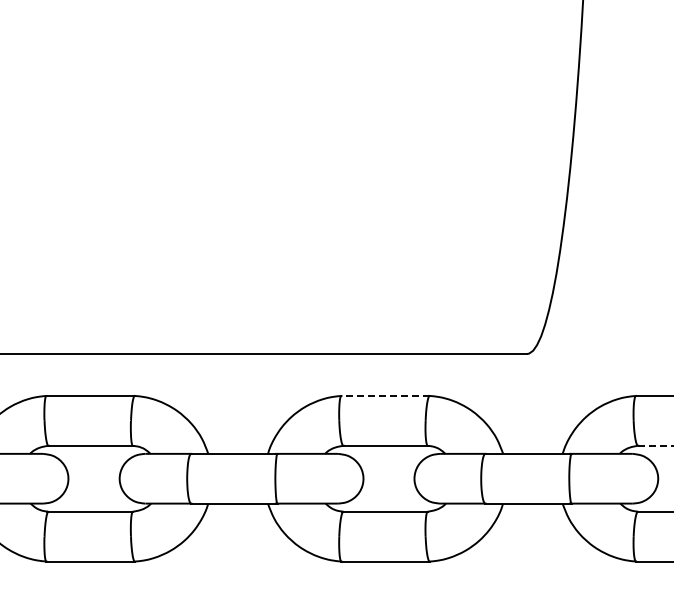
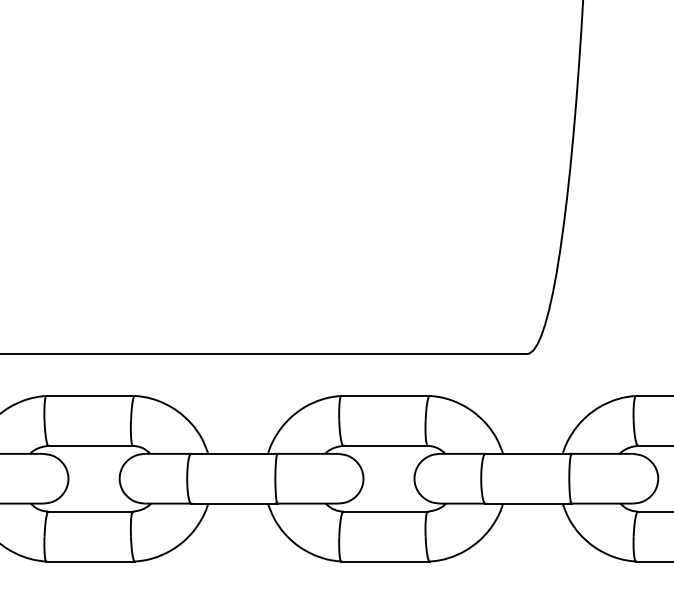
line at (385, 395): dashed -> solid
line at (655, 445): dashed -> solid
